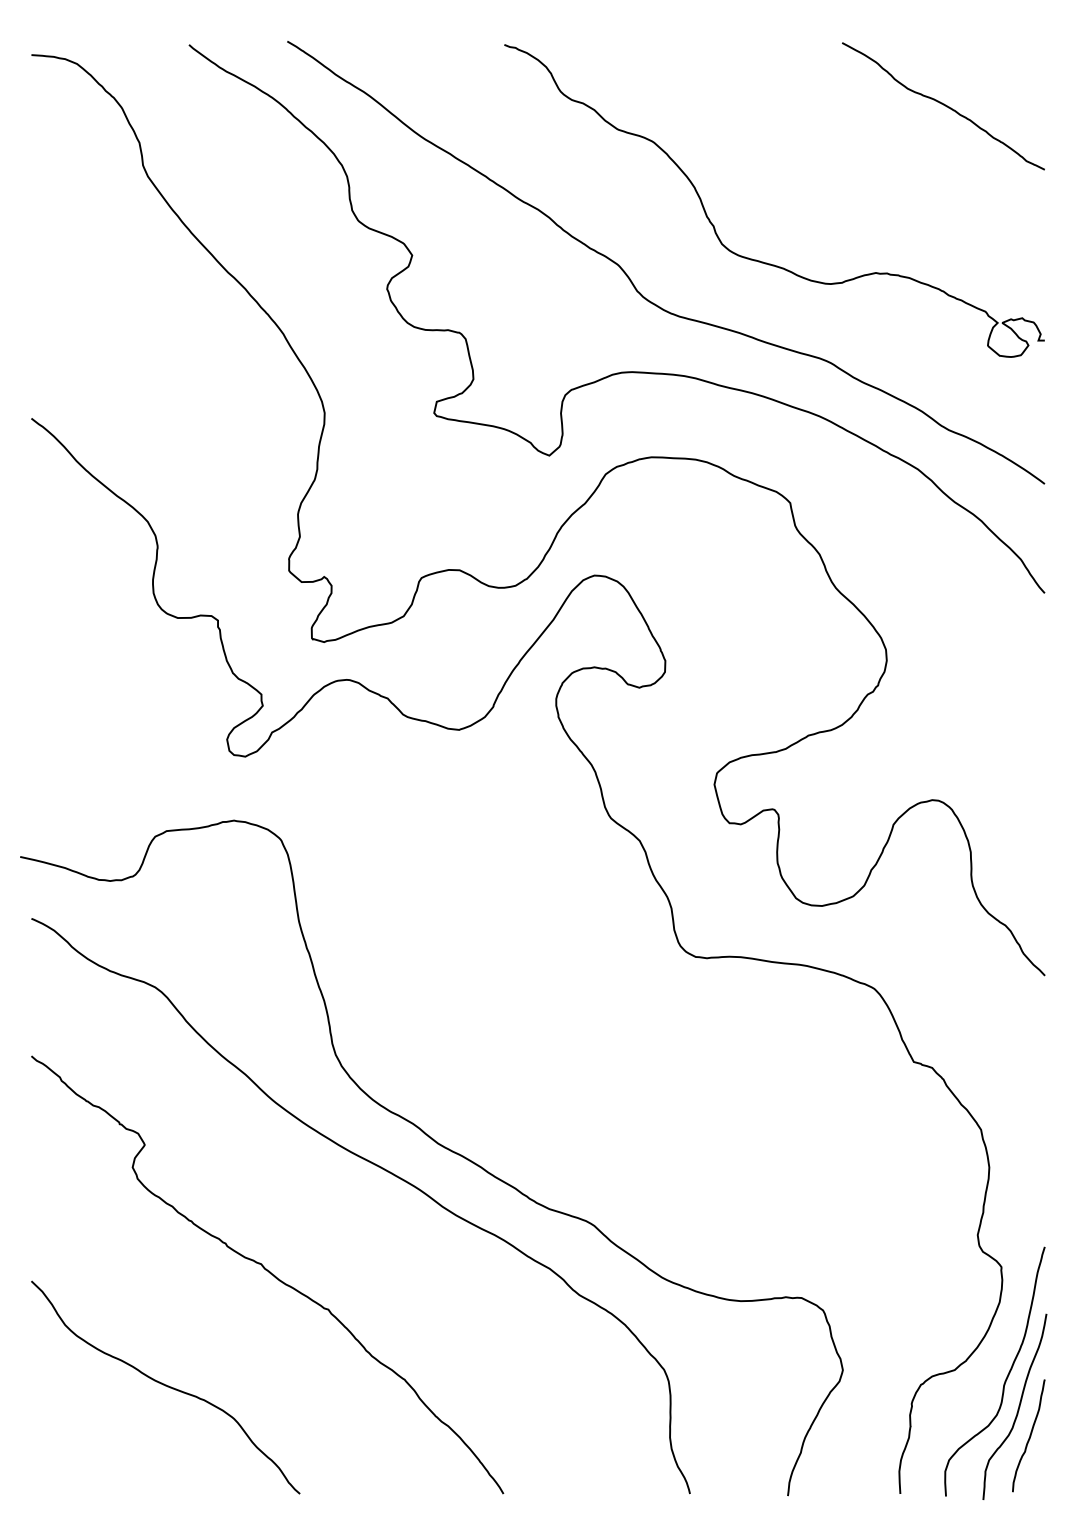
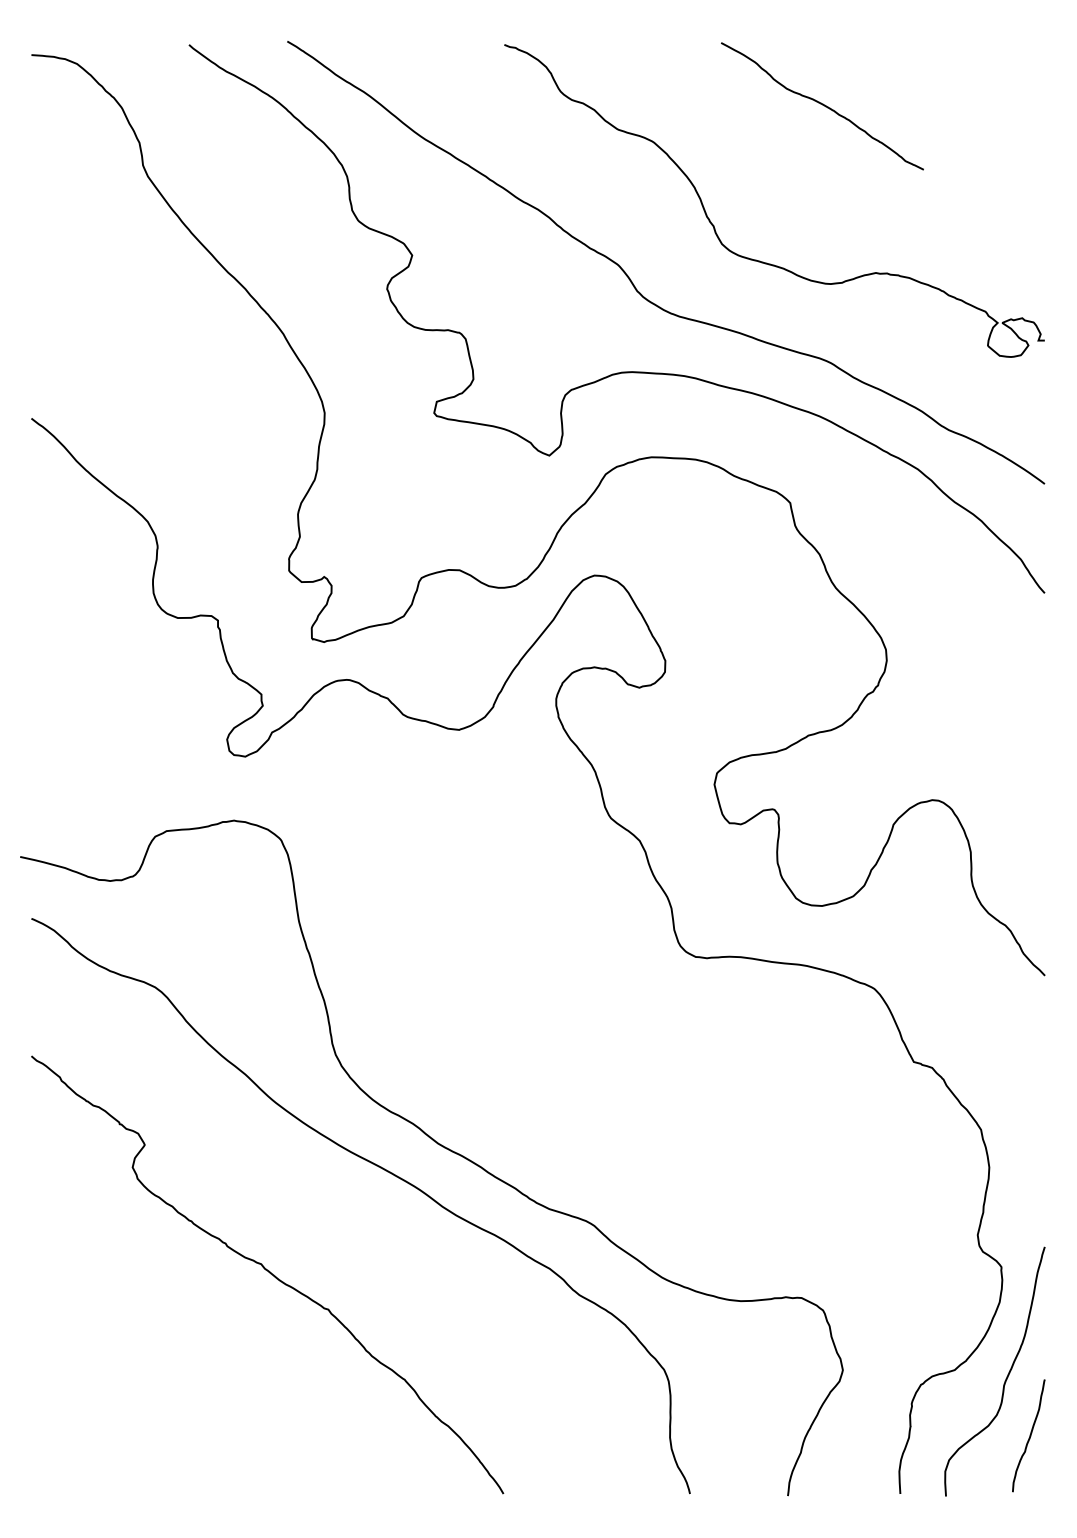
curve at (943, 105) position: (943, 105) -> (822, 105)
curve at (165, 1386): present -> none
curve at (1018, 1406): present -> none
